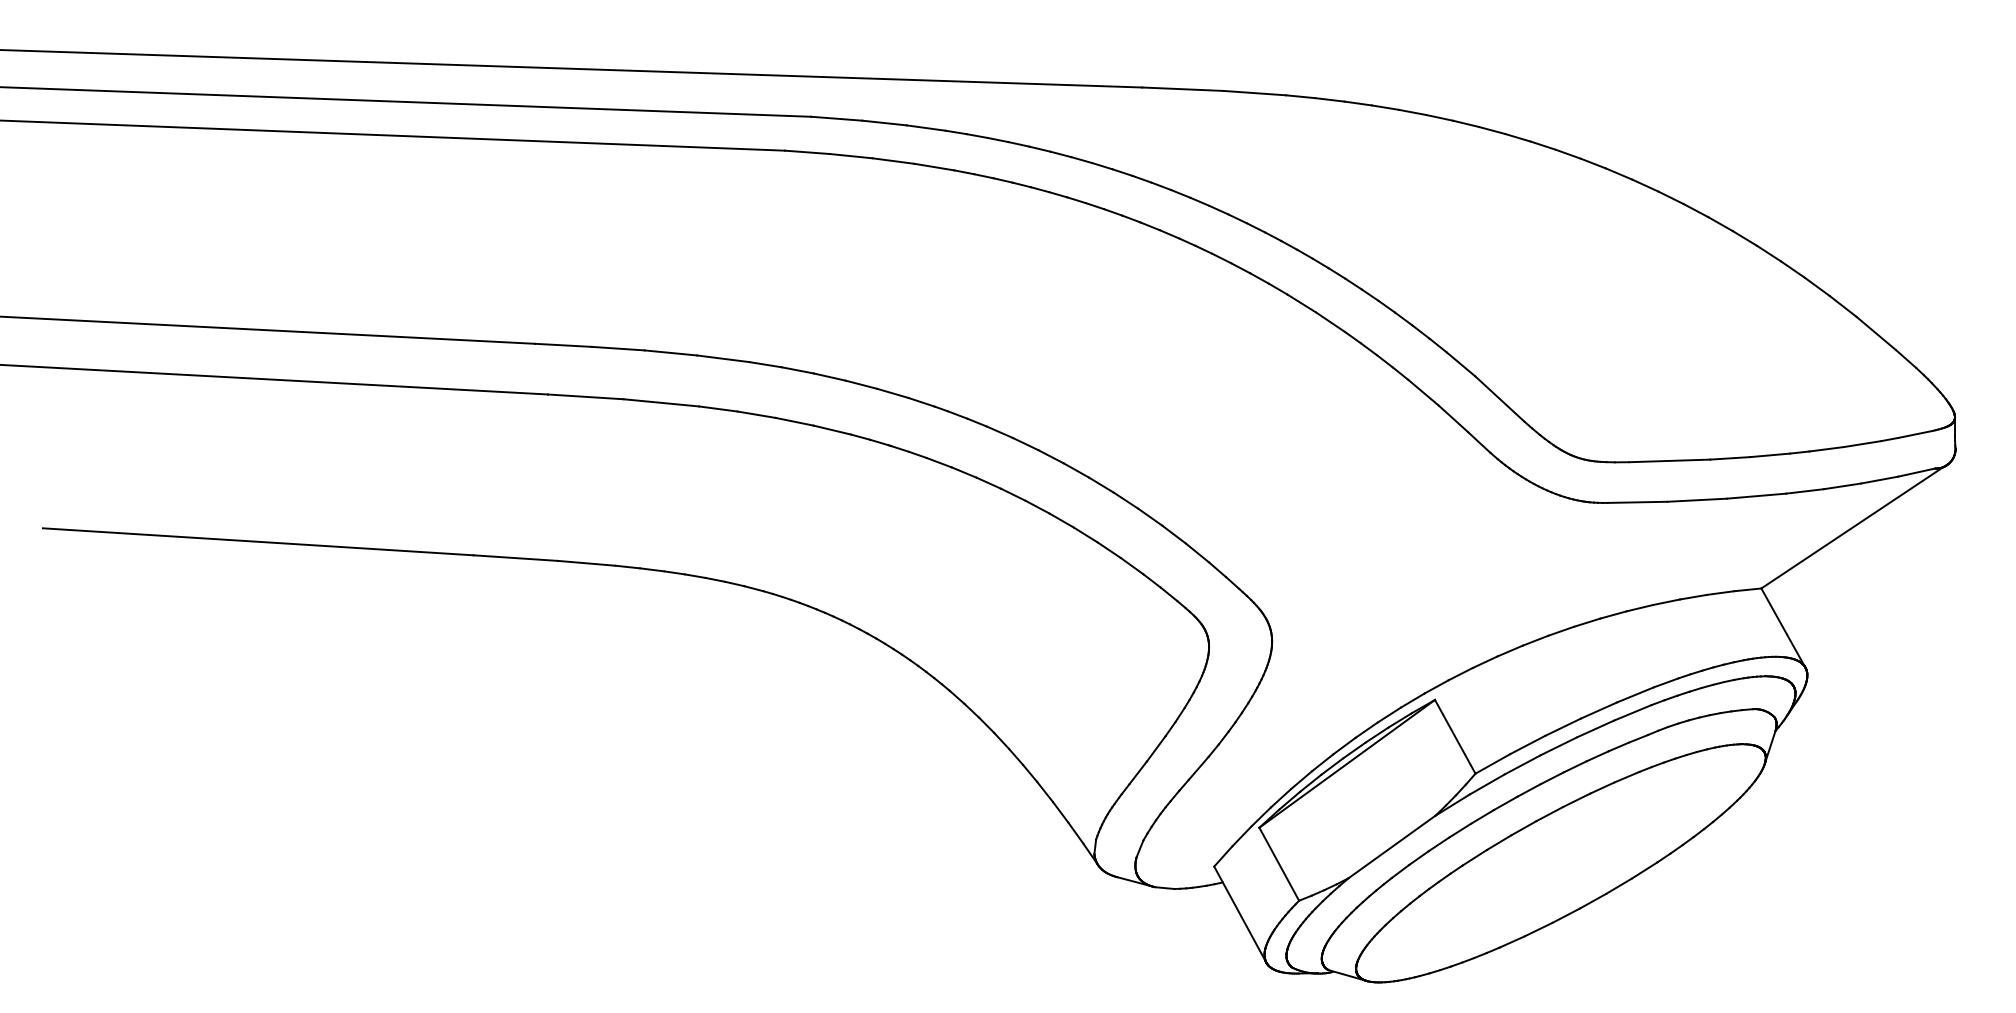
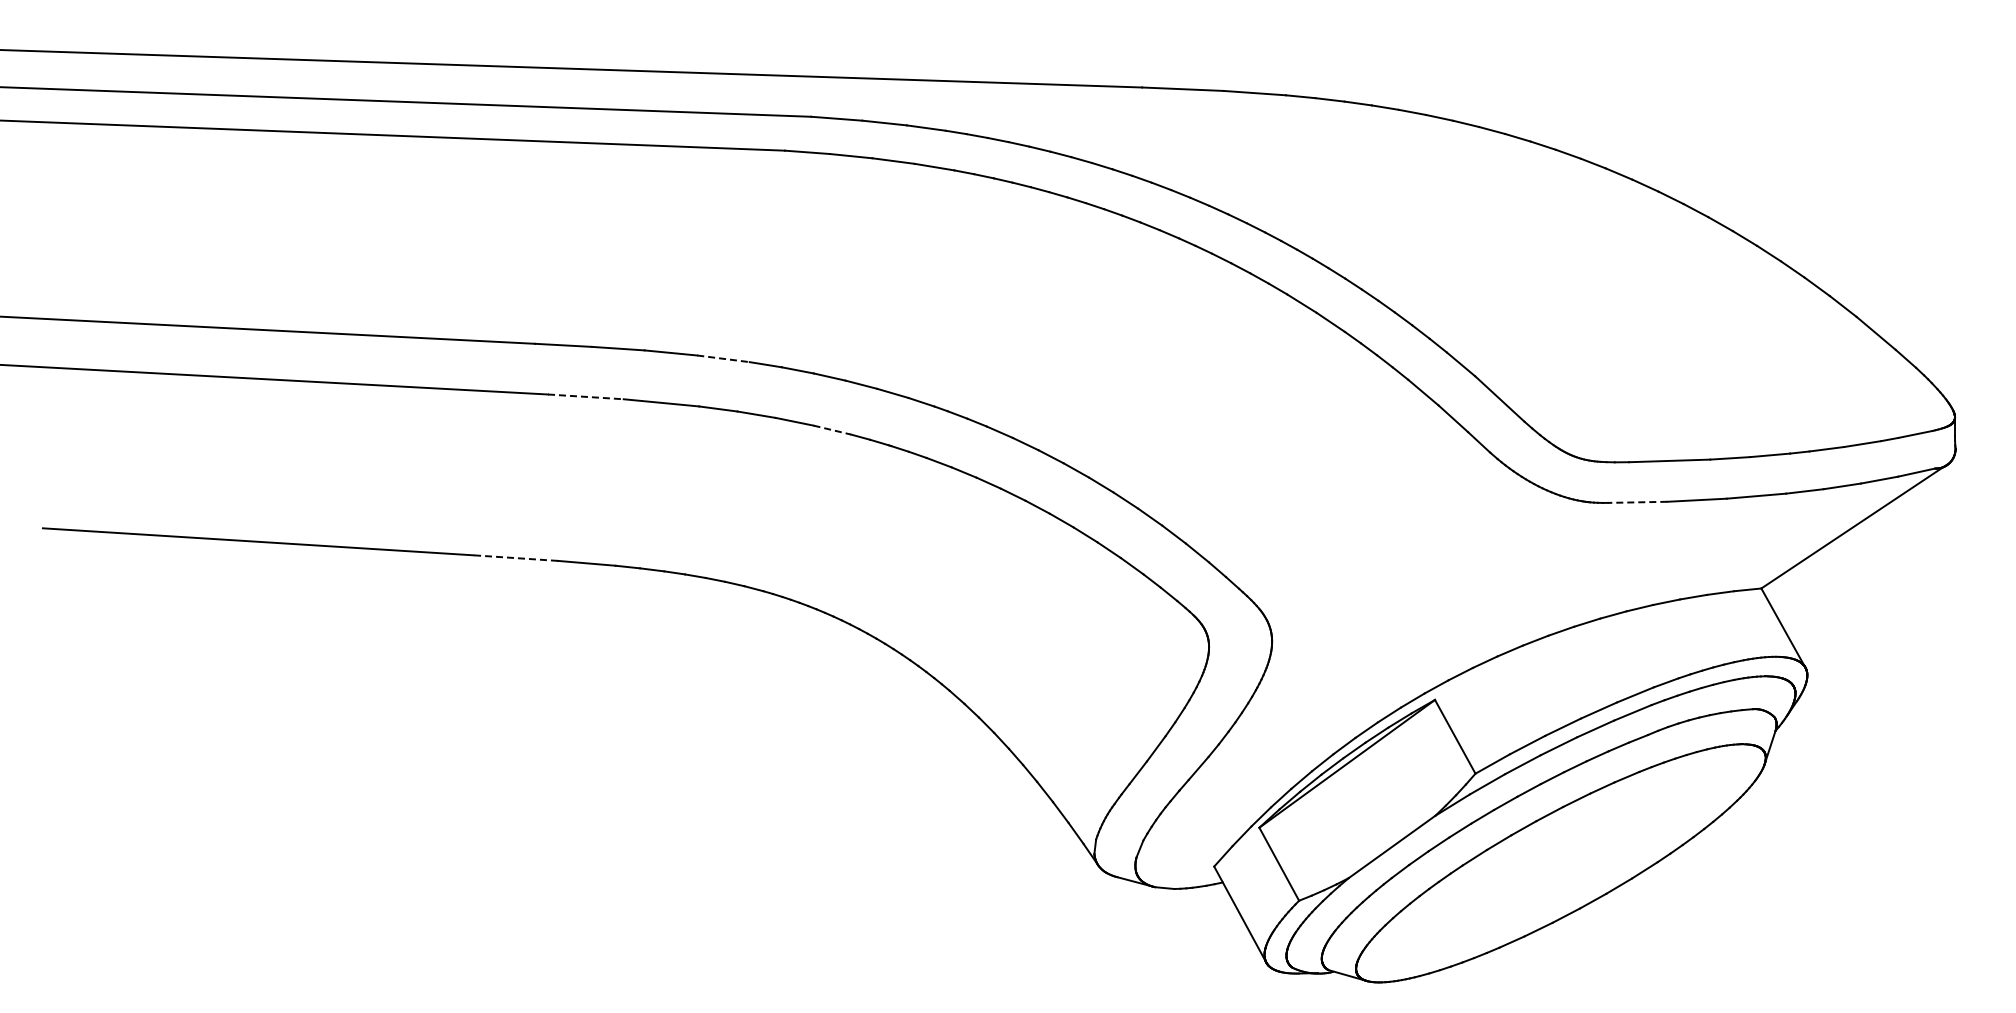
line at (723, 358): solid -> dashed
line at (585, 396): solid -> dashed
line at (832, 430): solid -> dashed
line at (1637, 502): solid -> dashed
line at (515, 558): solid -> dashed
